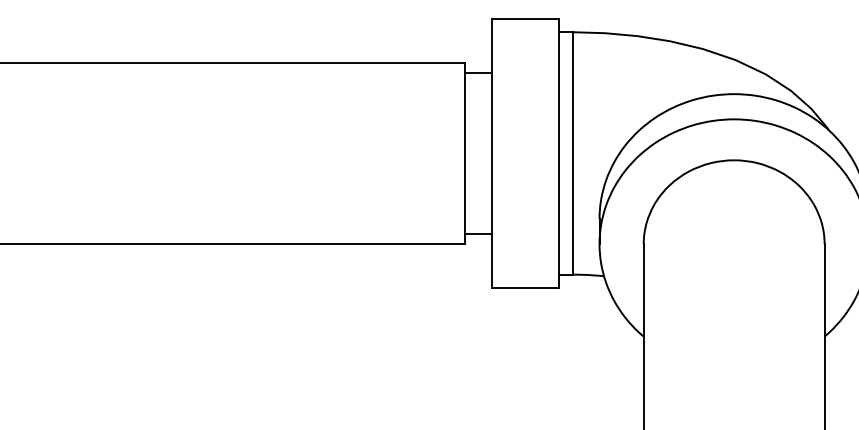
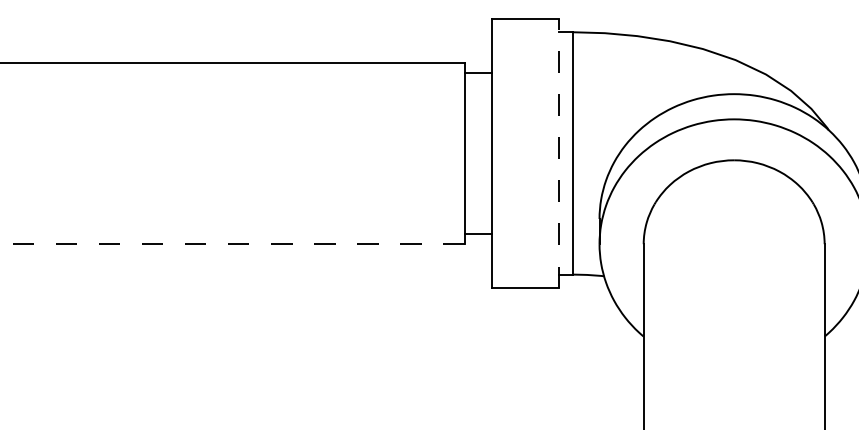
line at (559, 153): solid -> dashed
line at (232, 243): solid -> dashed
